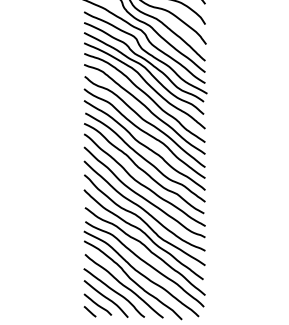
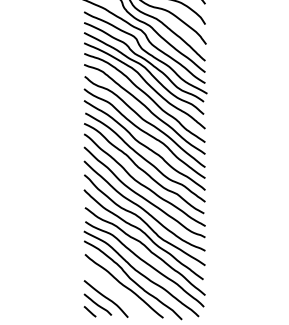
curve at (114, 292): present -> none
